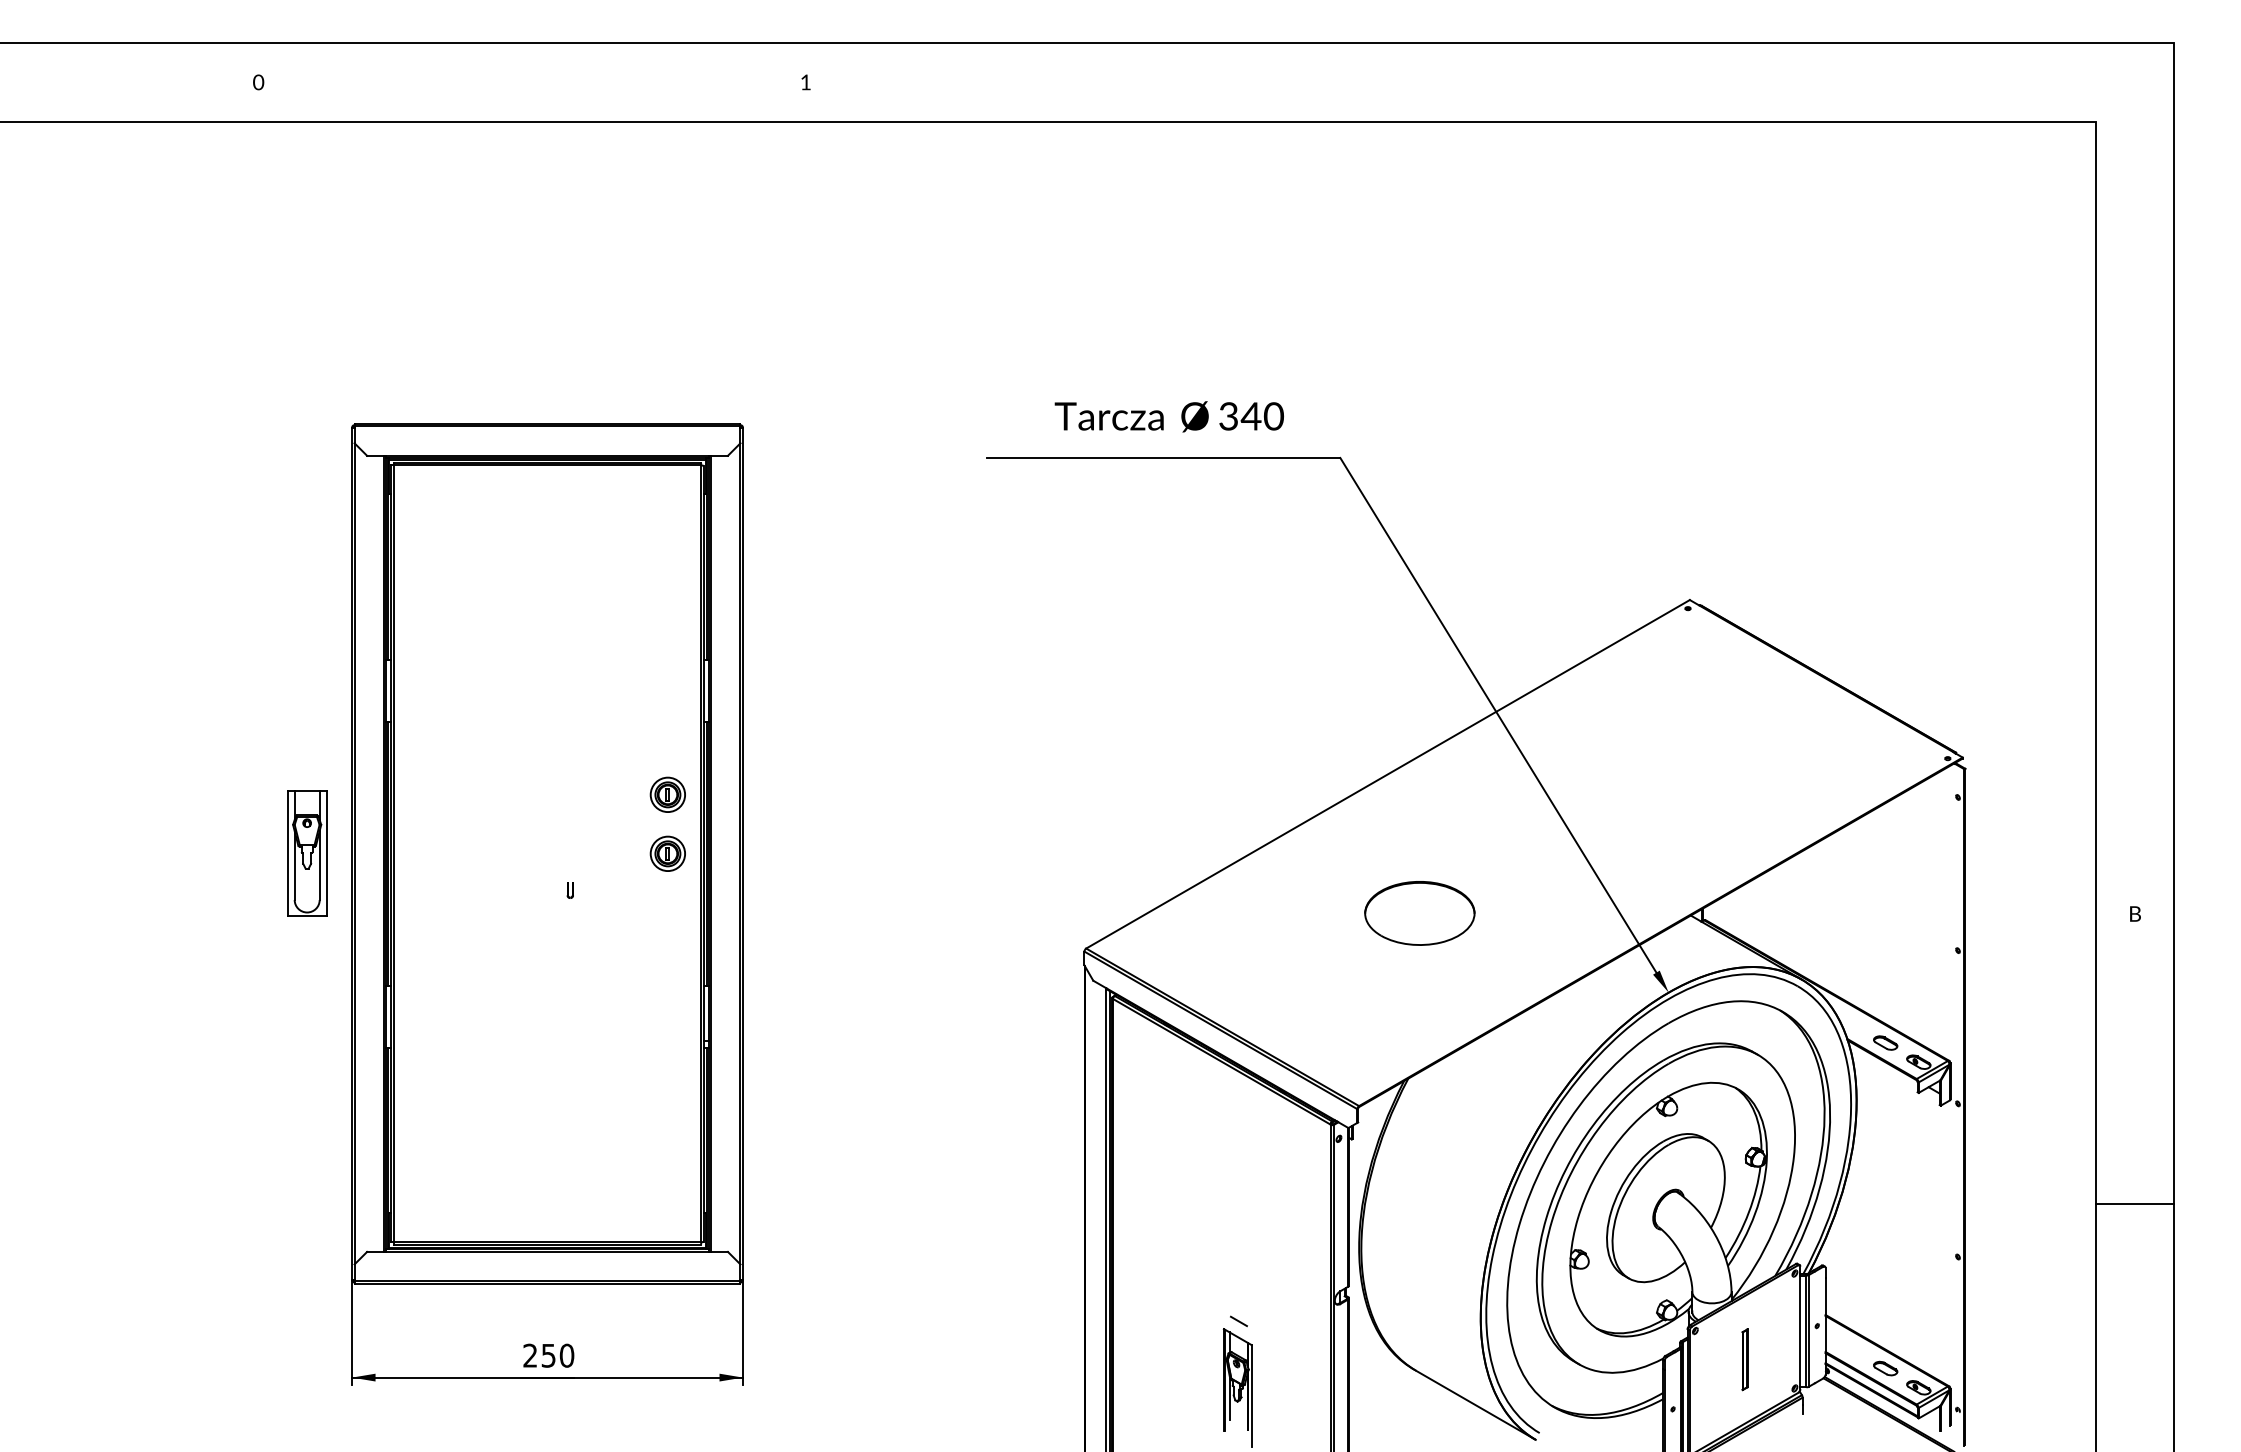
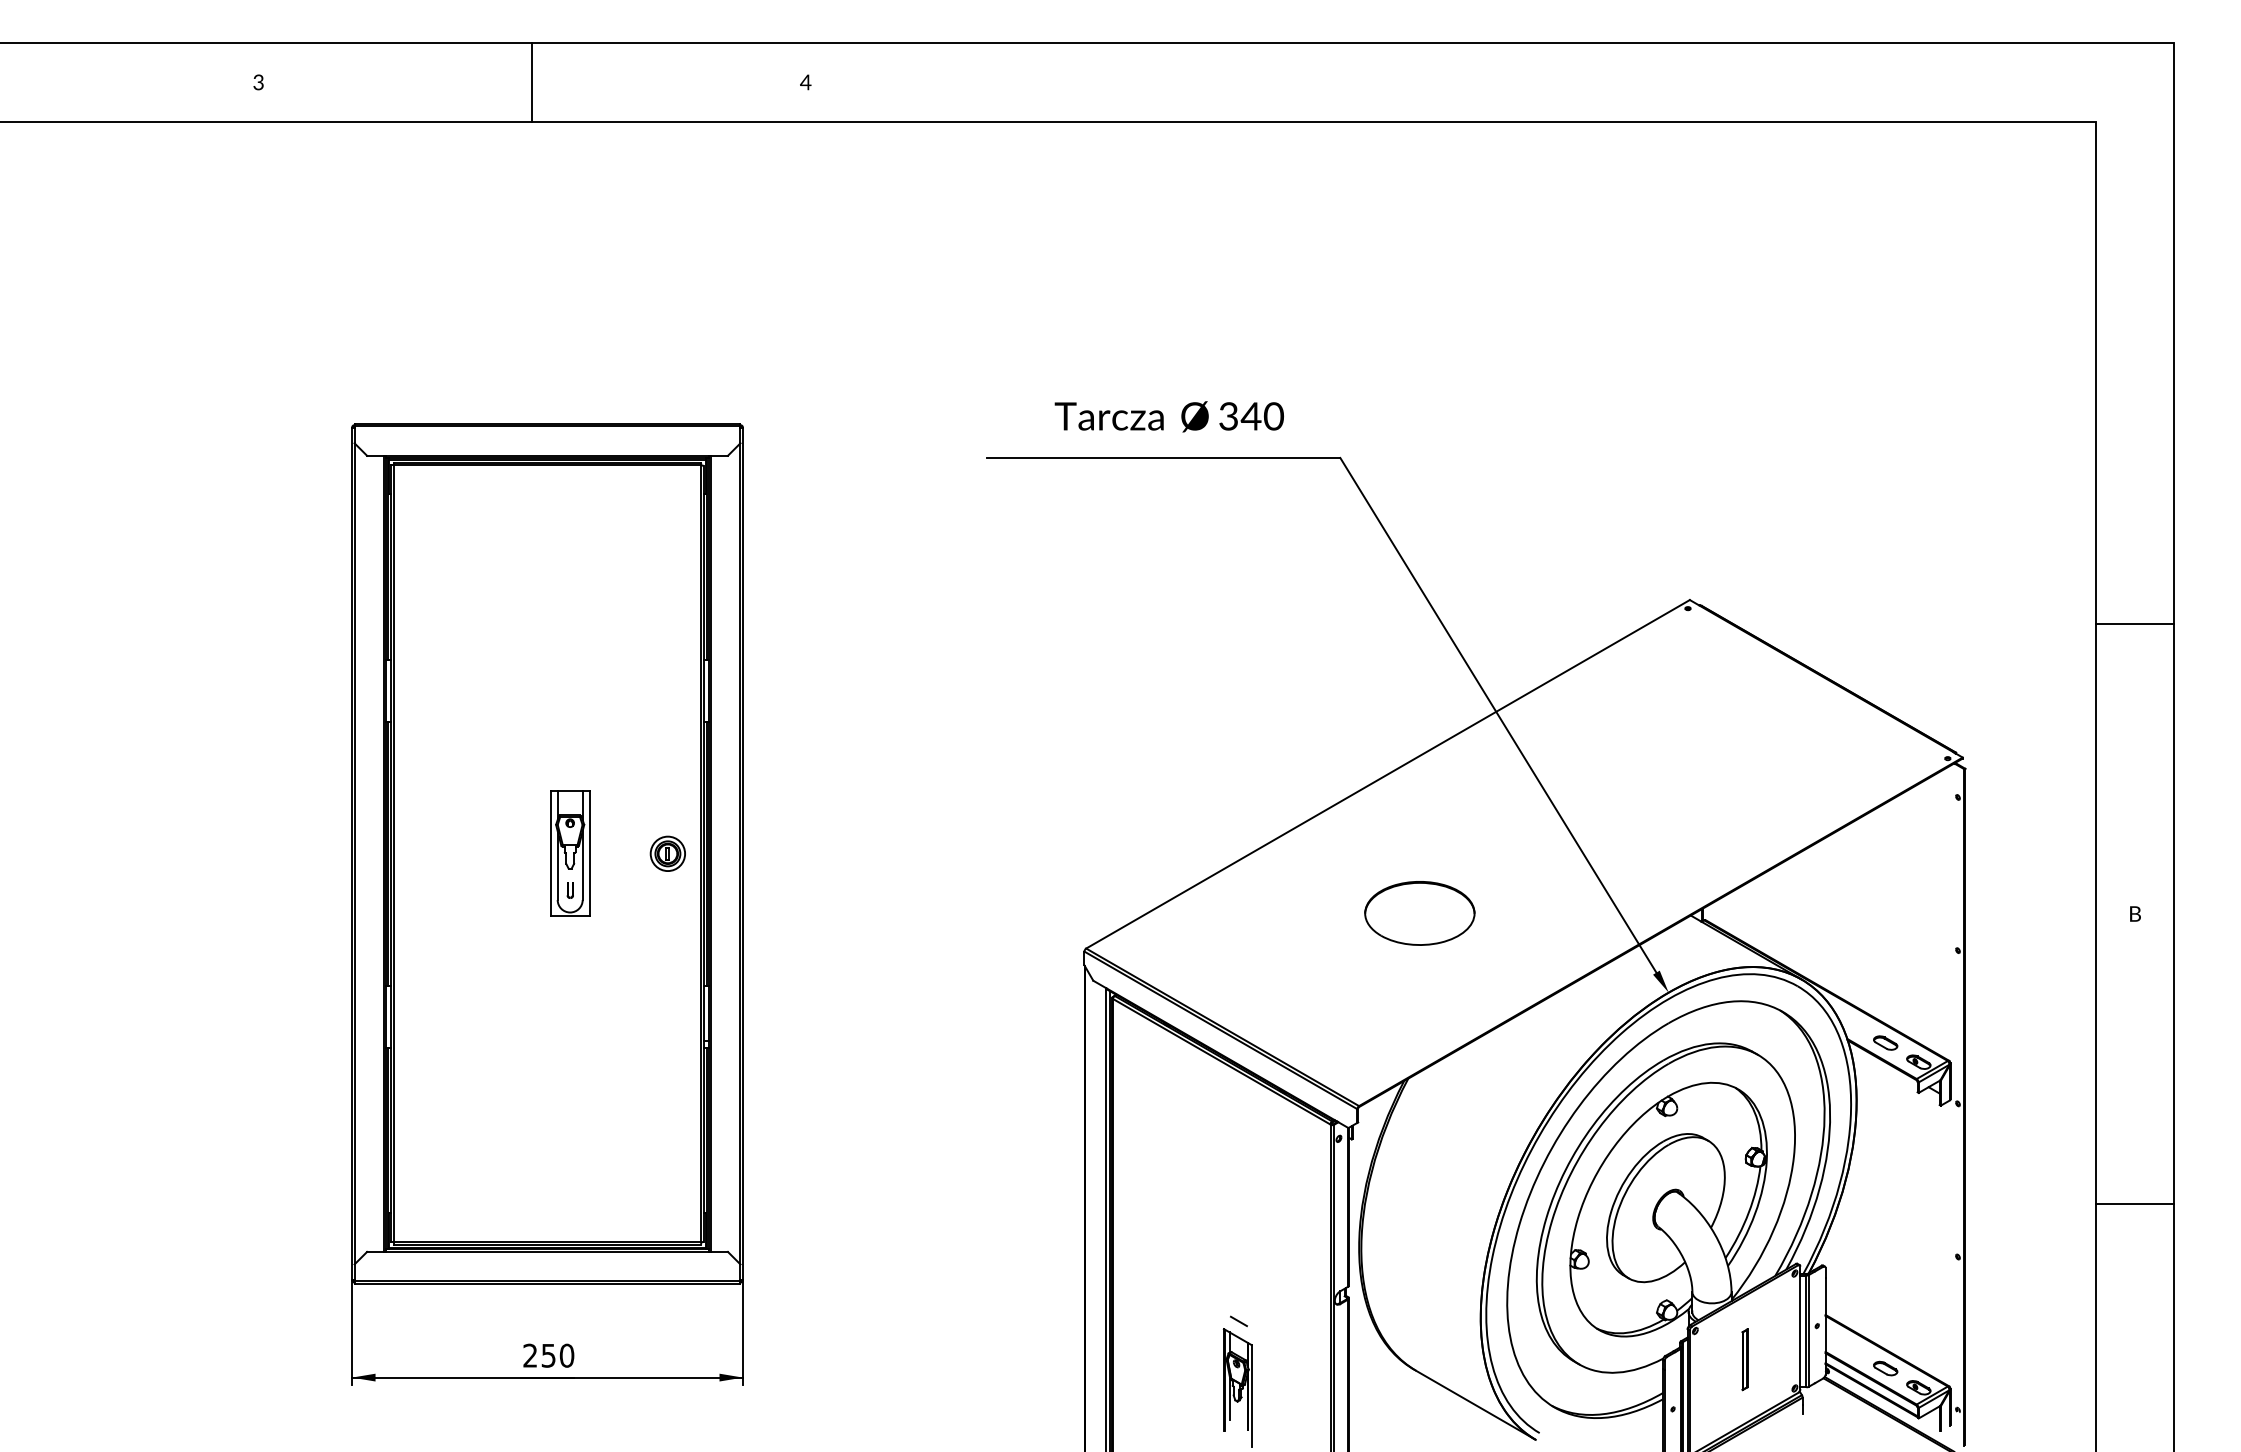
text at (258, 81): 0 -> 3
line at (532, 82): none -> present
text at (805, 82): 1 -> 4
line at (2134, 623): none -> present
part at (667, 794): present -> none
part at (307, 853) position: (307, 853) -> (570, 853)
